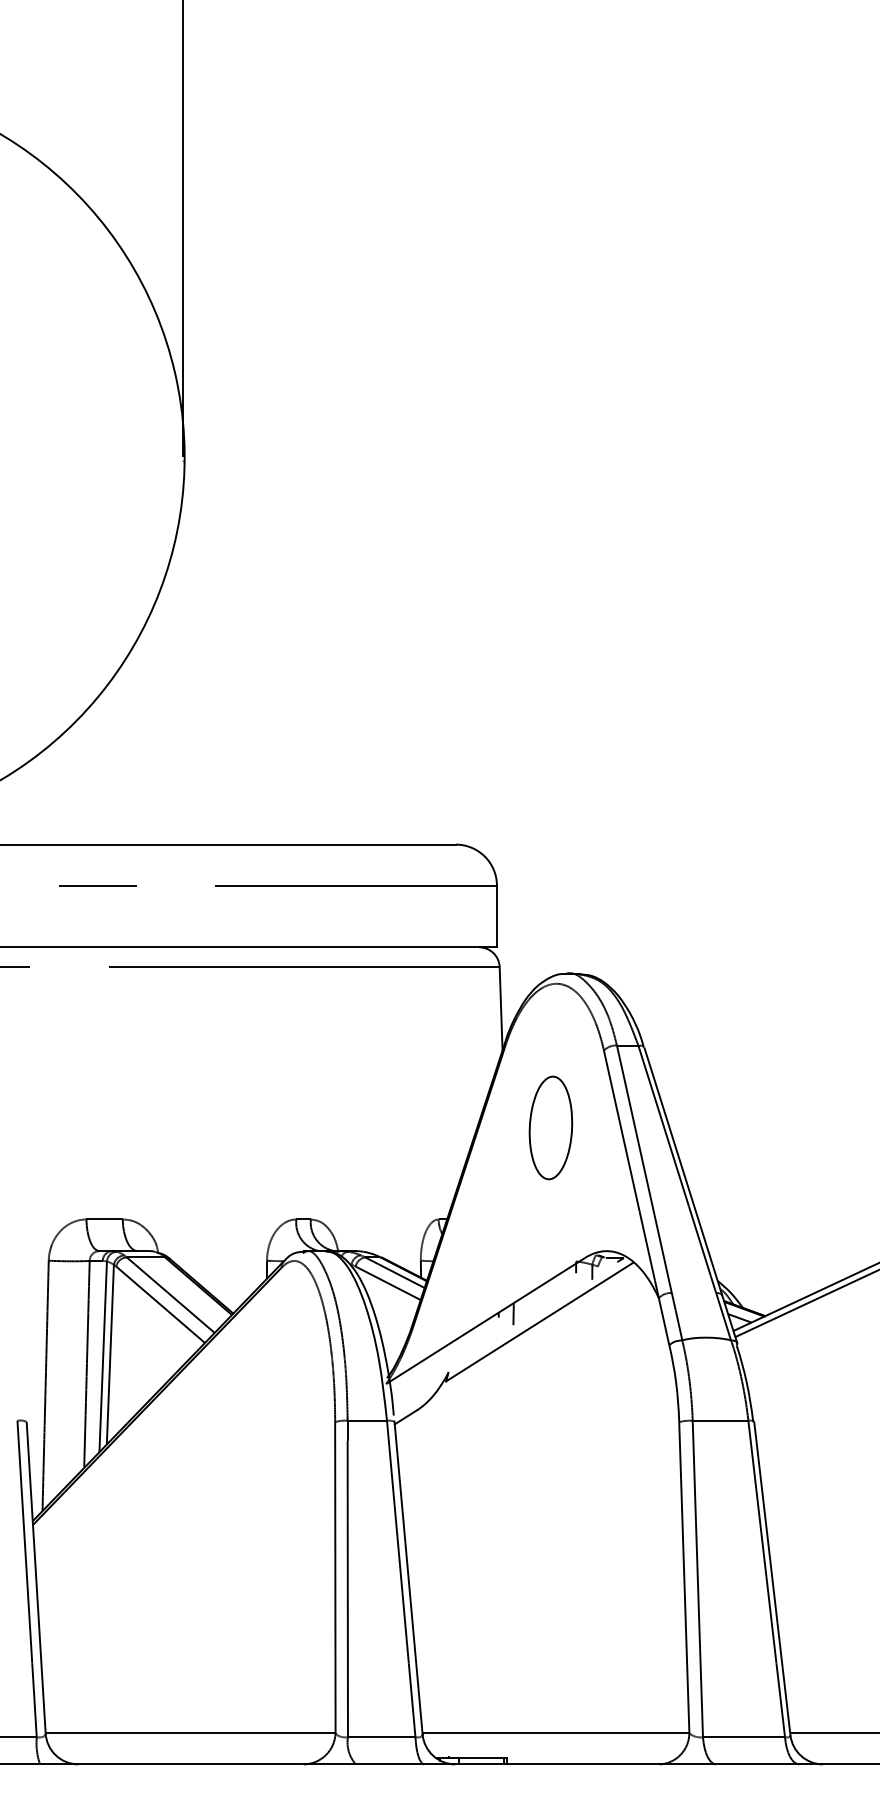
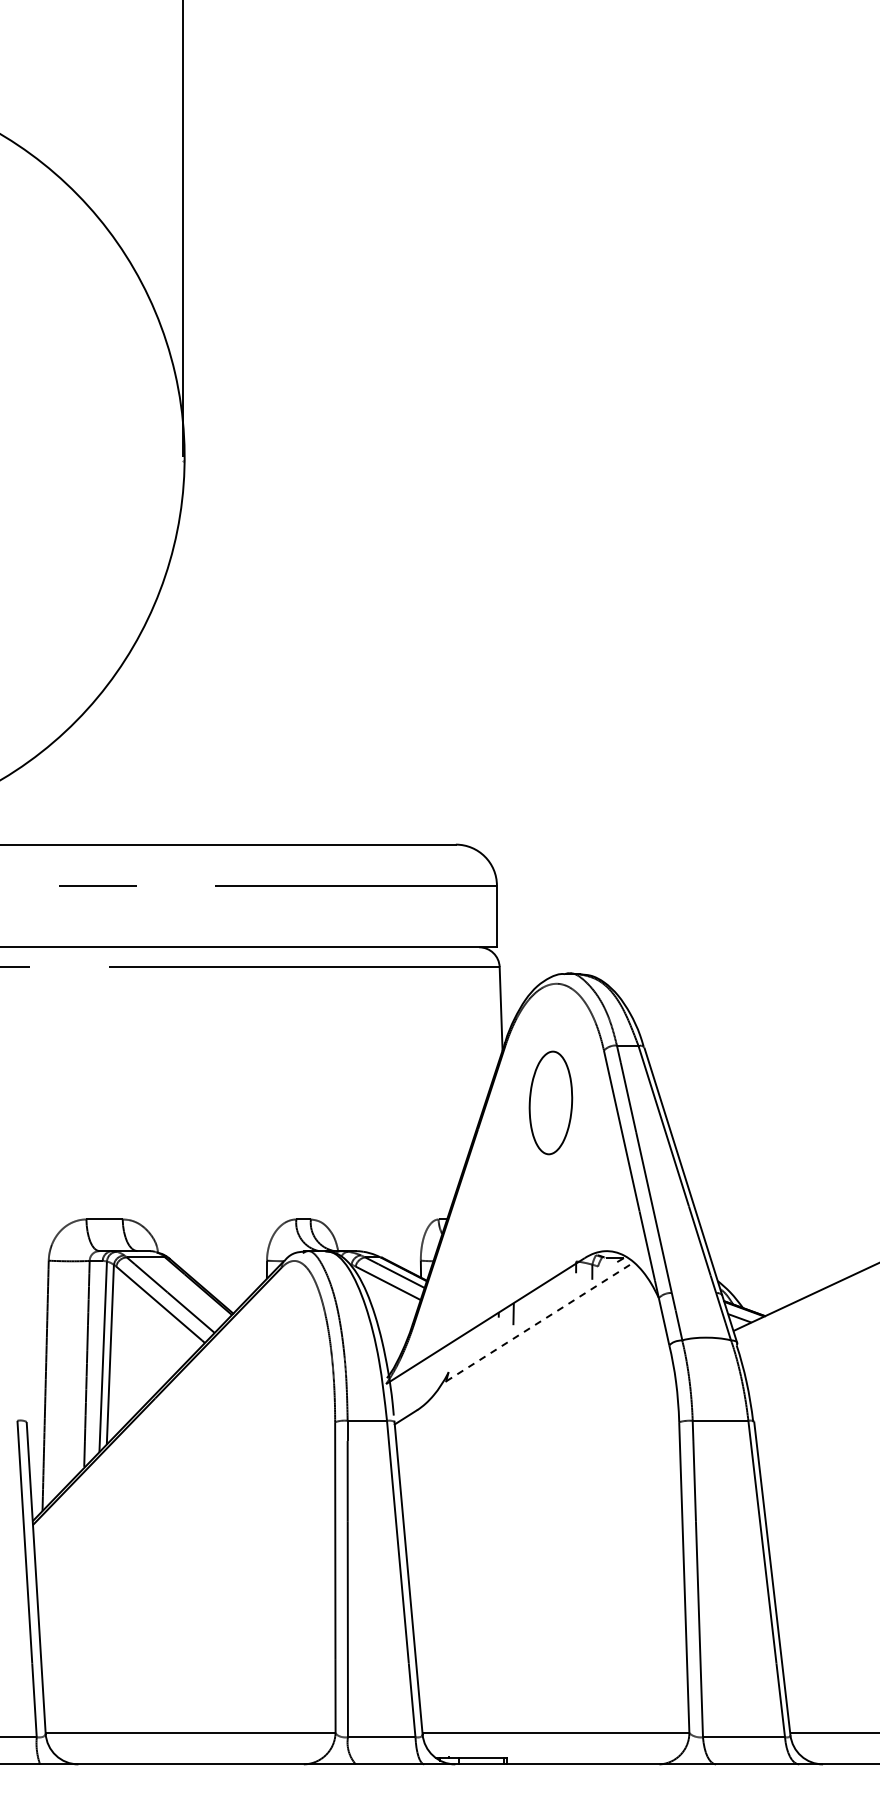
part at (550, 1127) position: (550, 1127) -> (550, 1102)
line at (805, 1304): present -> none
line at (539, 1322): solid -> dashed
